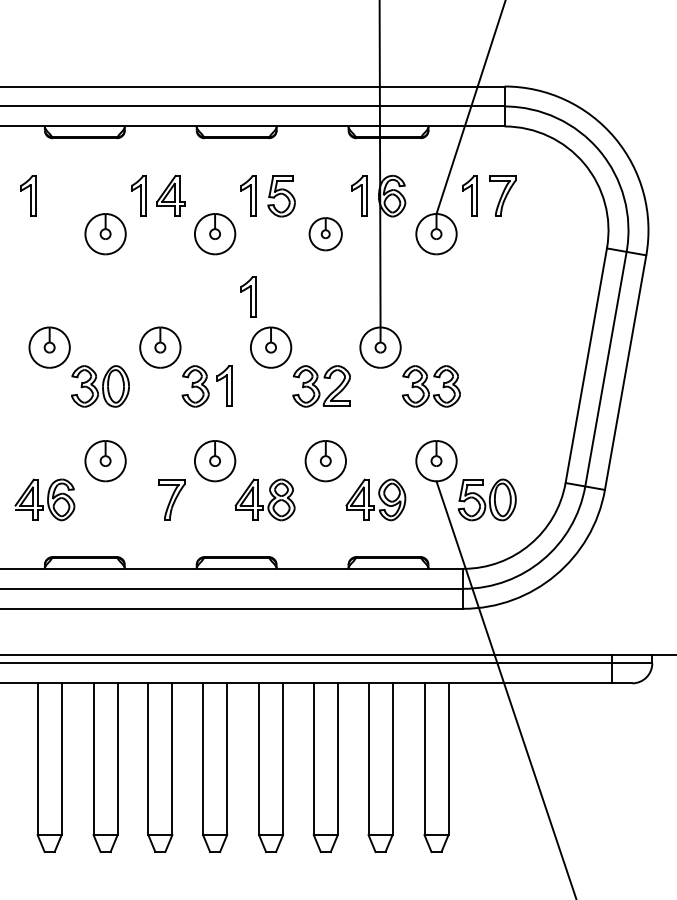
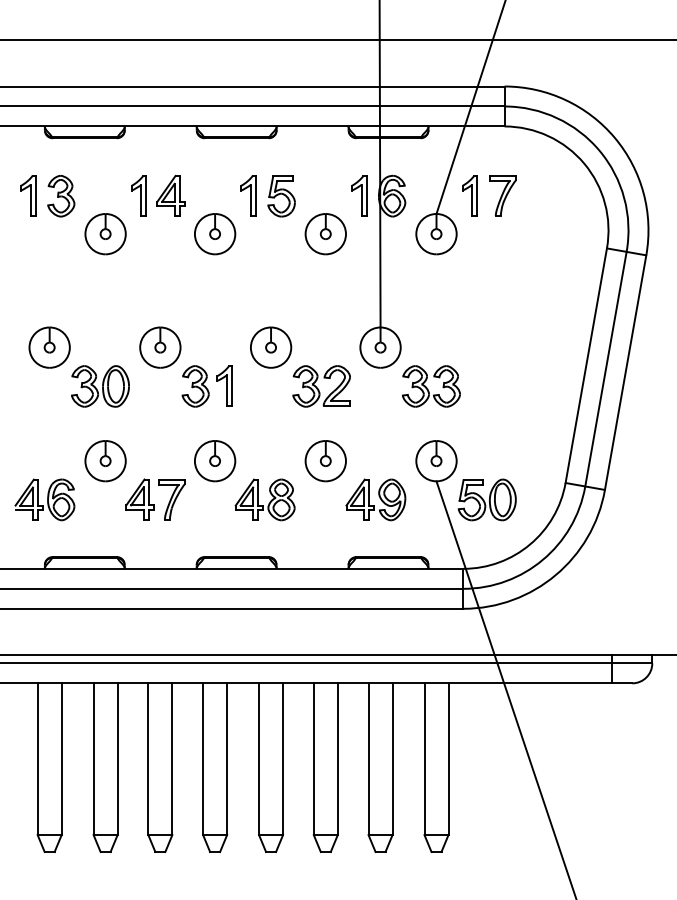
line at (337, 40): none -> present
part at (61, 196): none -> present
part at (325, 234) size: 35x35 px -> 43x43 px
part at (248, 296): present -> none
part at (139, 499): none -> present
